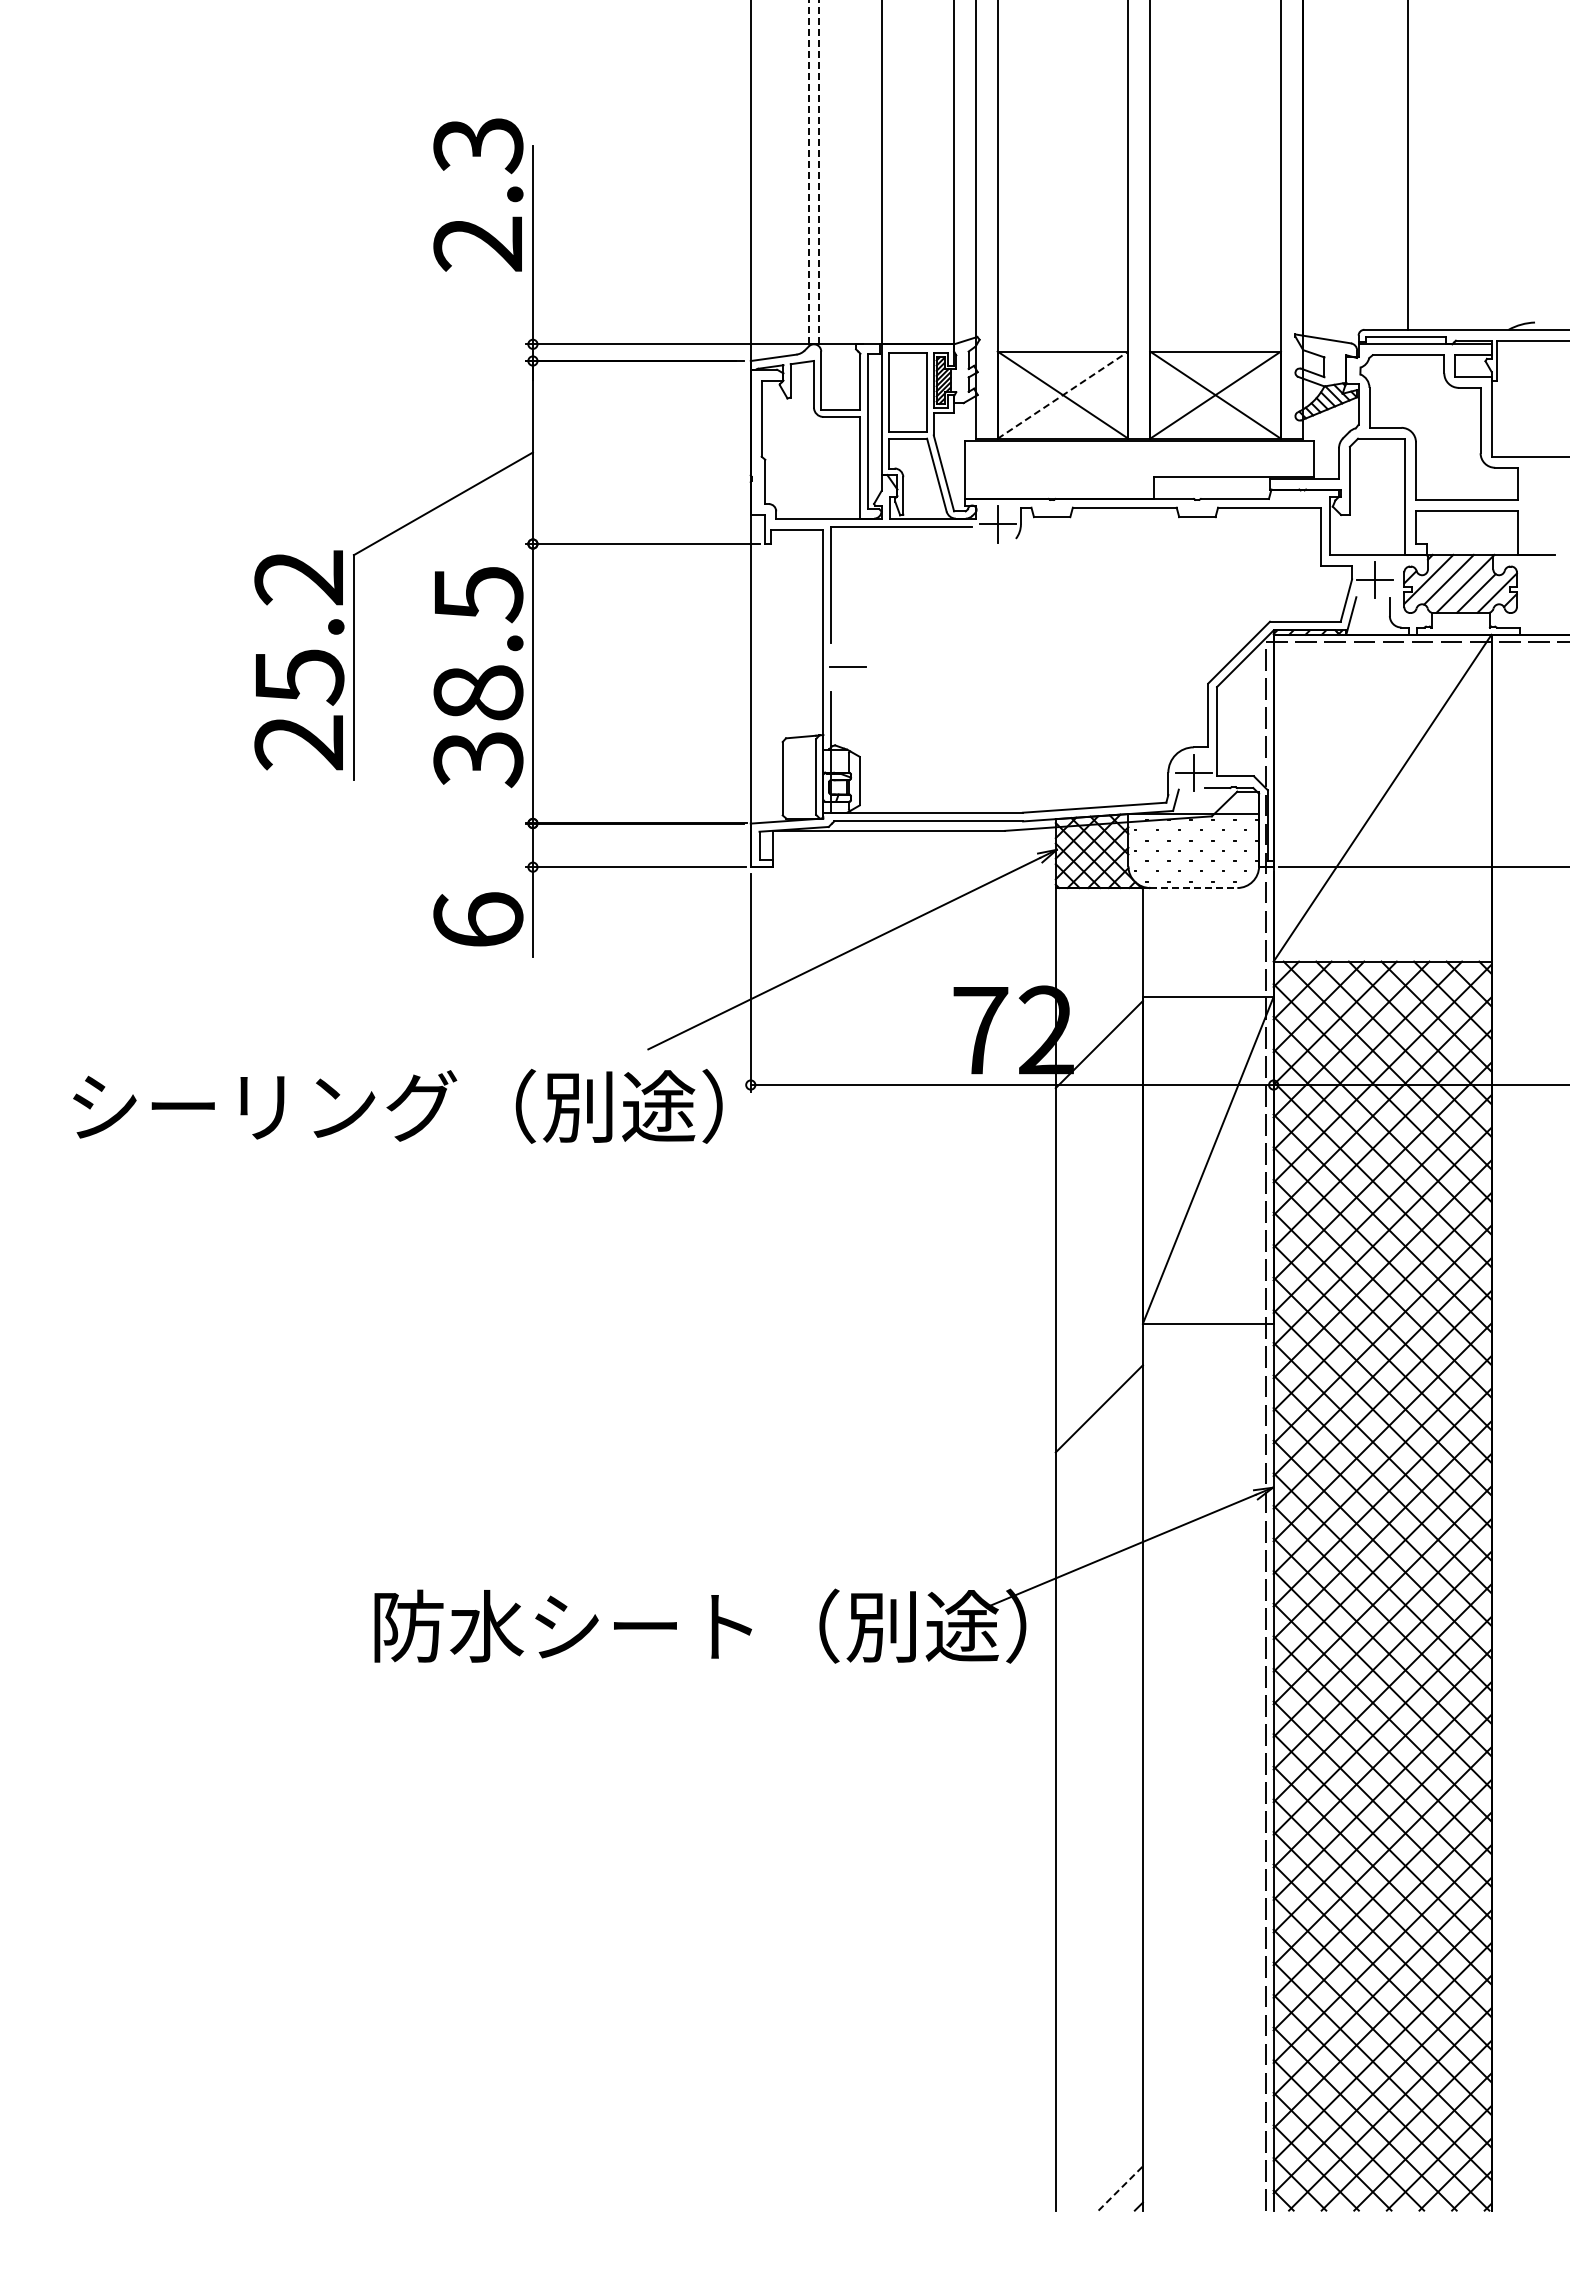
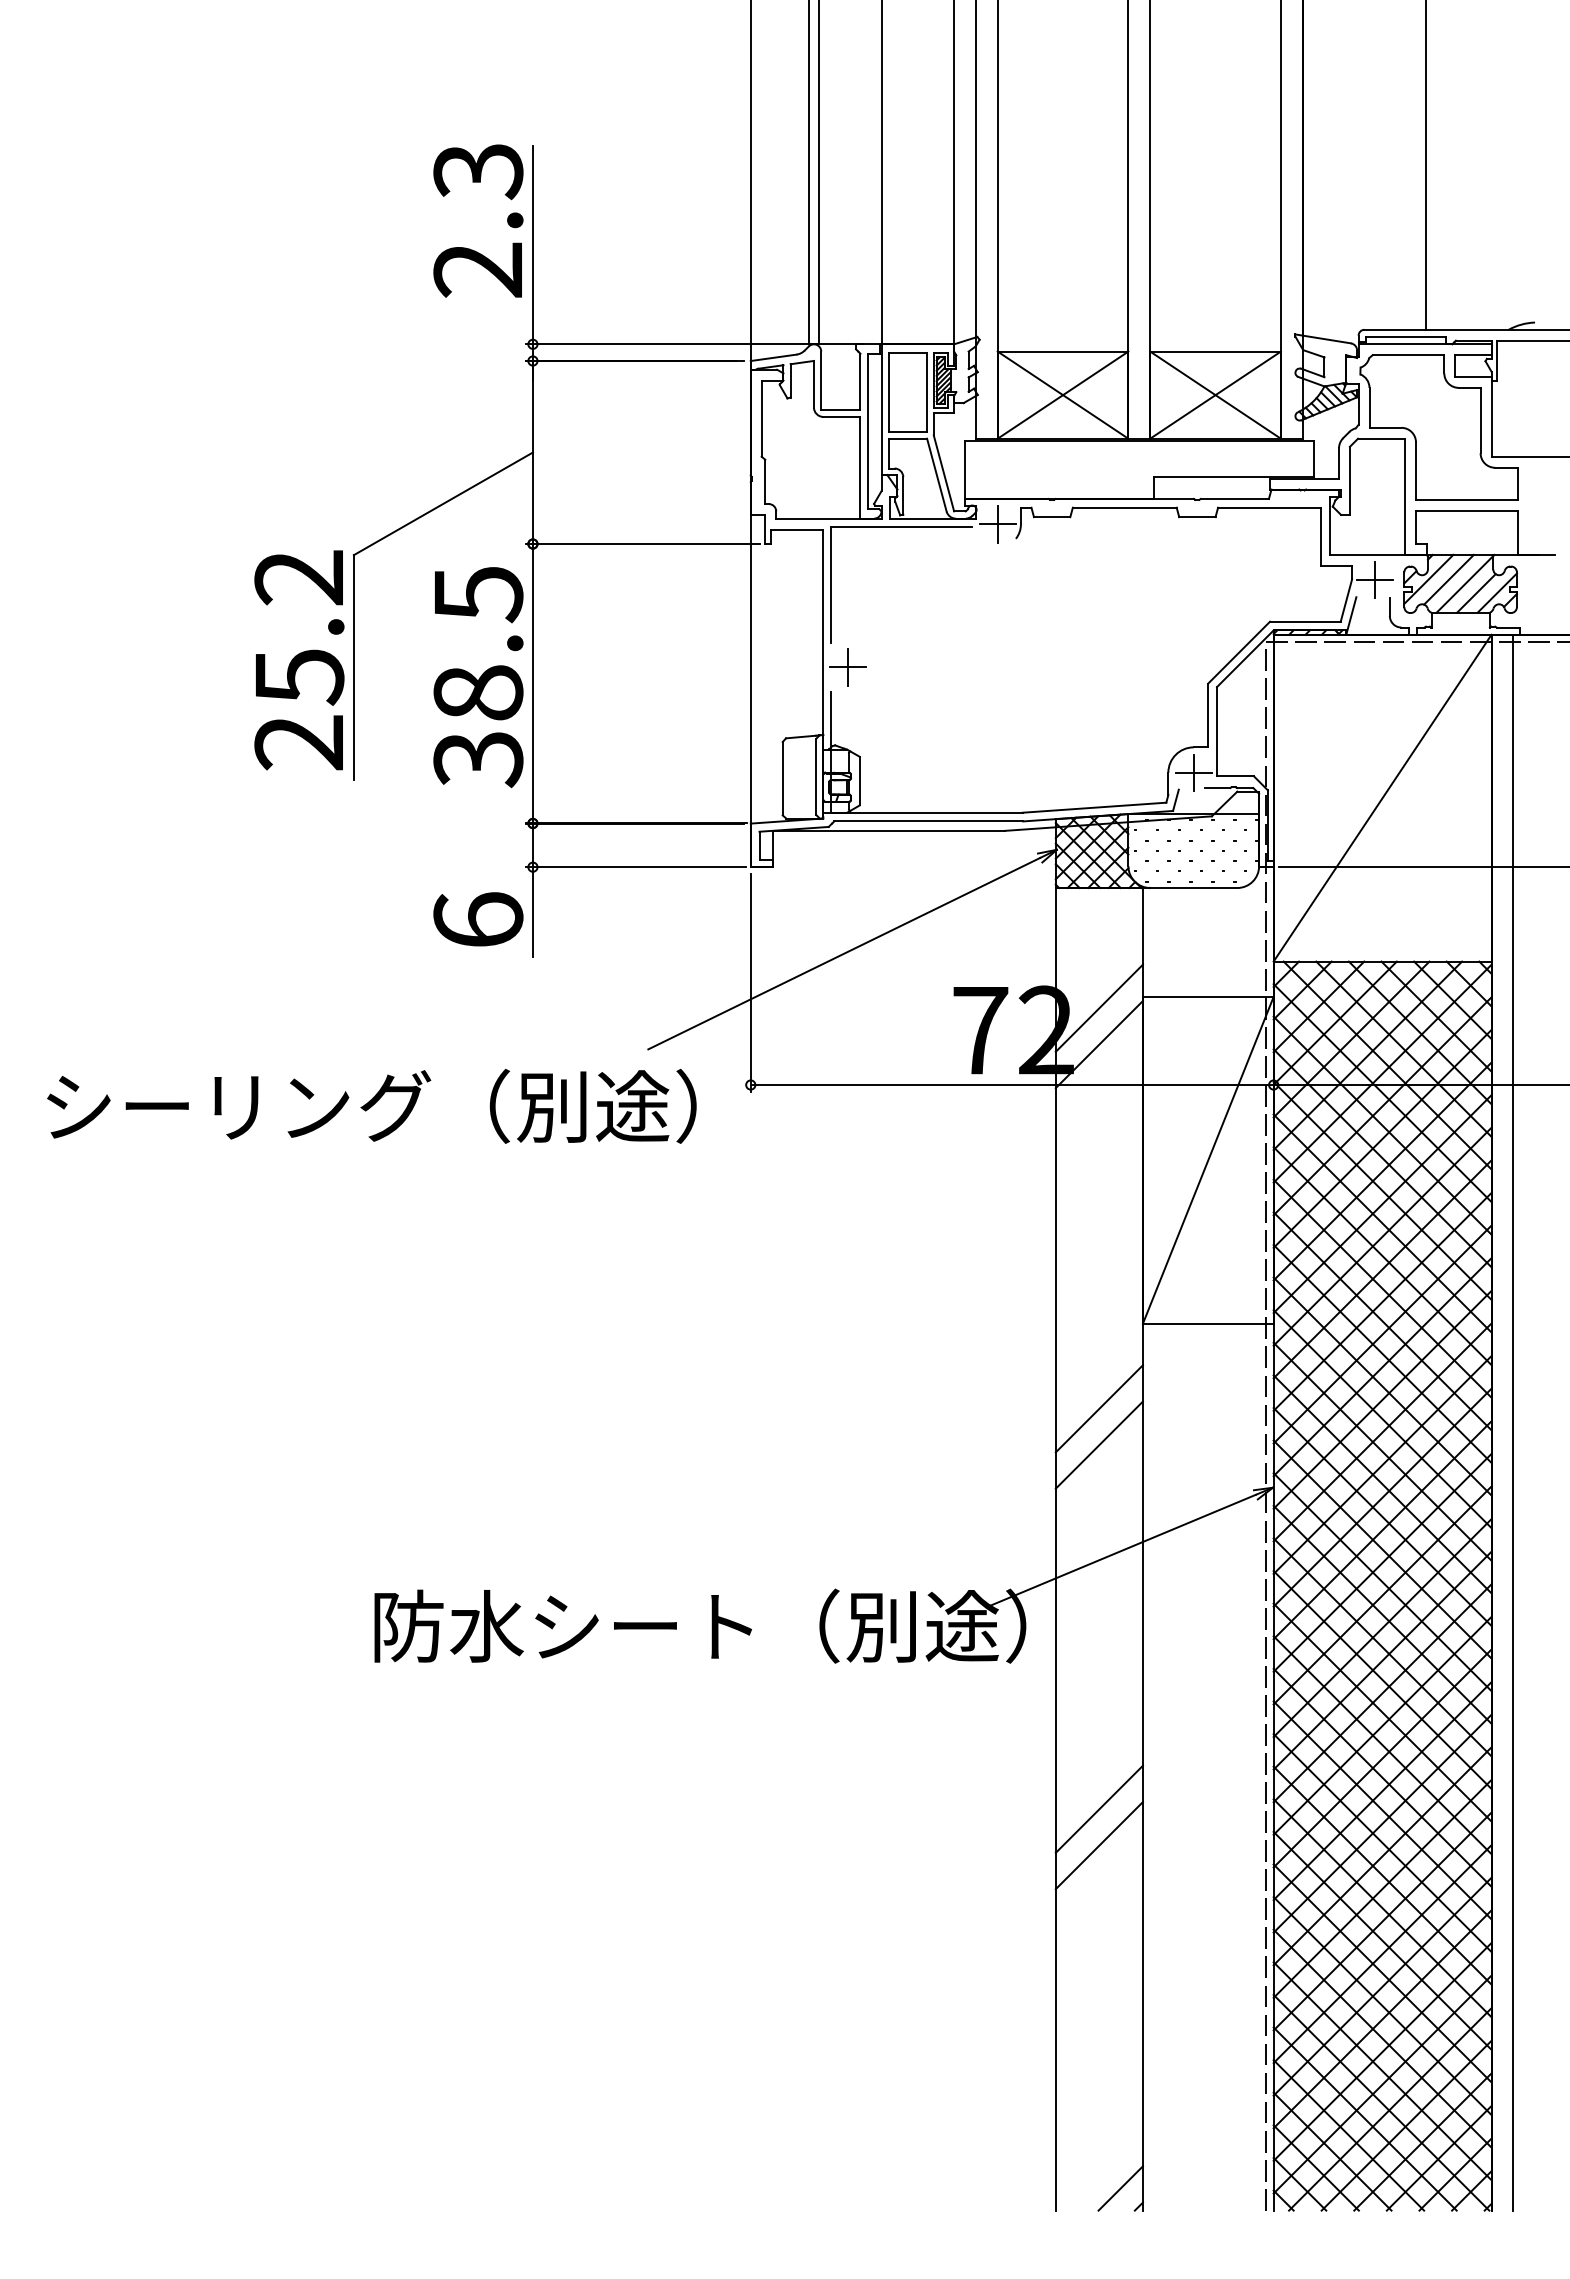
line at (1408, 165) position: (1408, 165) -> (1426, 165)
line at (808, 172): dashed -> solid
line at (819, 172): dashed -> solid
text at (478, 194) position: (478, 194) -> (478, 220)
line at (1063, 395): dashed -> solid
line at (848, 667): none -> present
line at (1193, 888): dashed -> solid
line at (1098, 1007): none -> present
text at (397, 1105) position: (397, 1105) -> (371, 1105)
line at (1513, 1422): none -> present
line at (1098, 1444): none -> present
line at (1098, 1808): none -> present
line at (1098, 1845): none -> present
line at (1121, 2188): dashed -> solid
